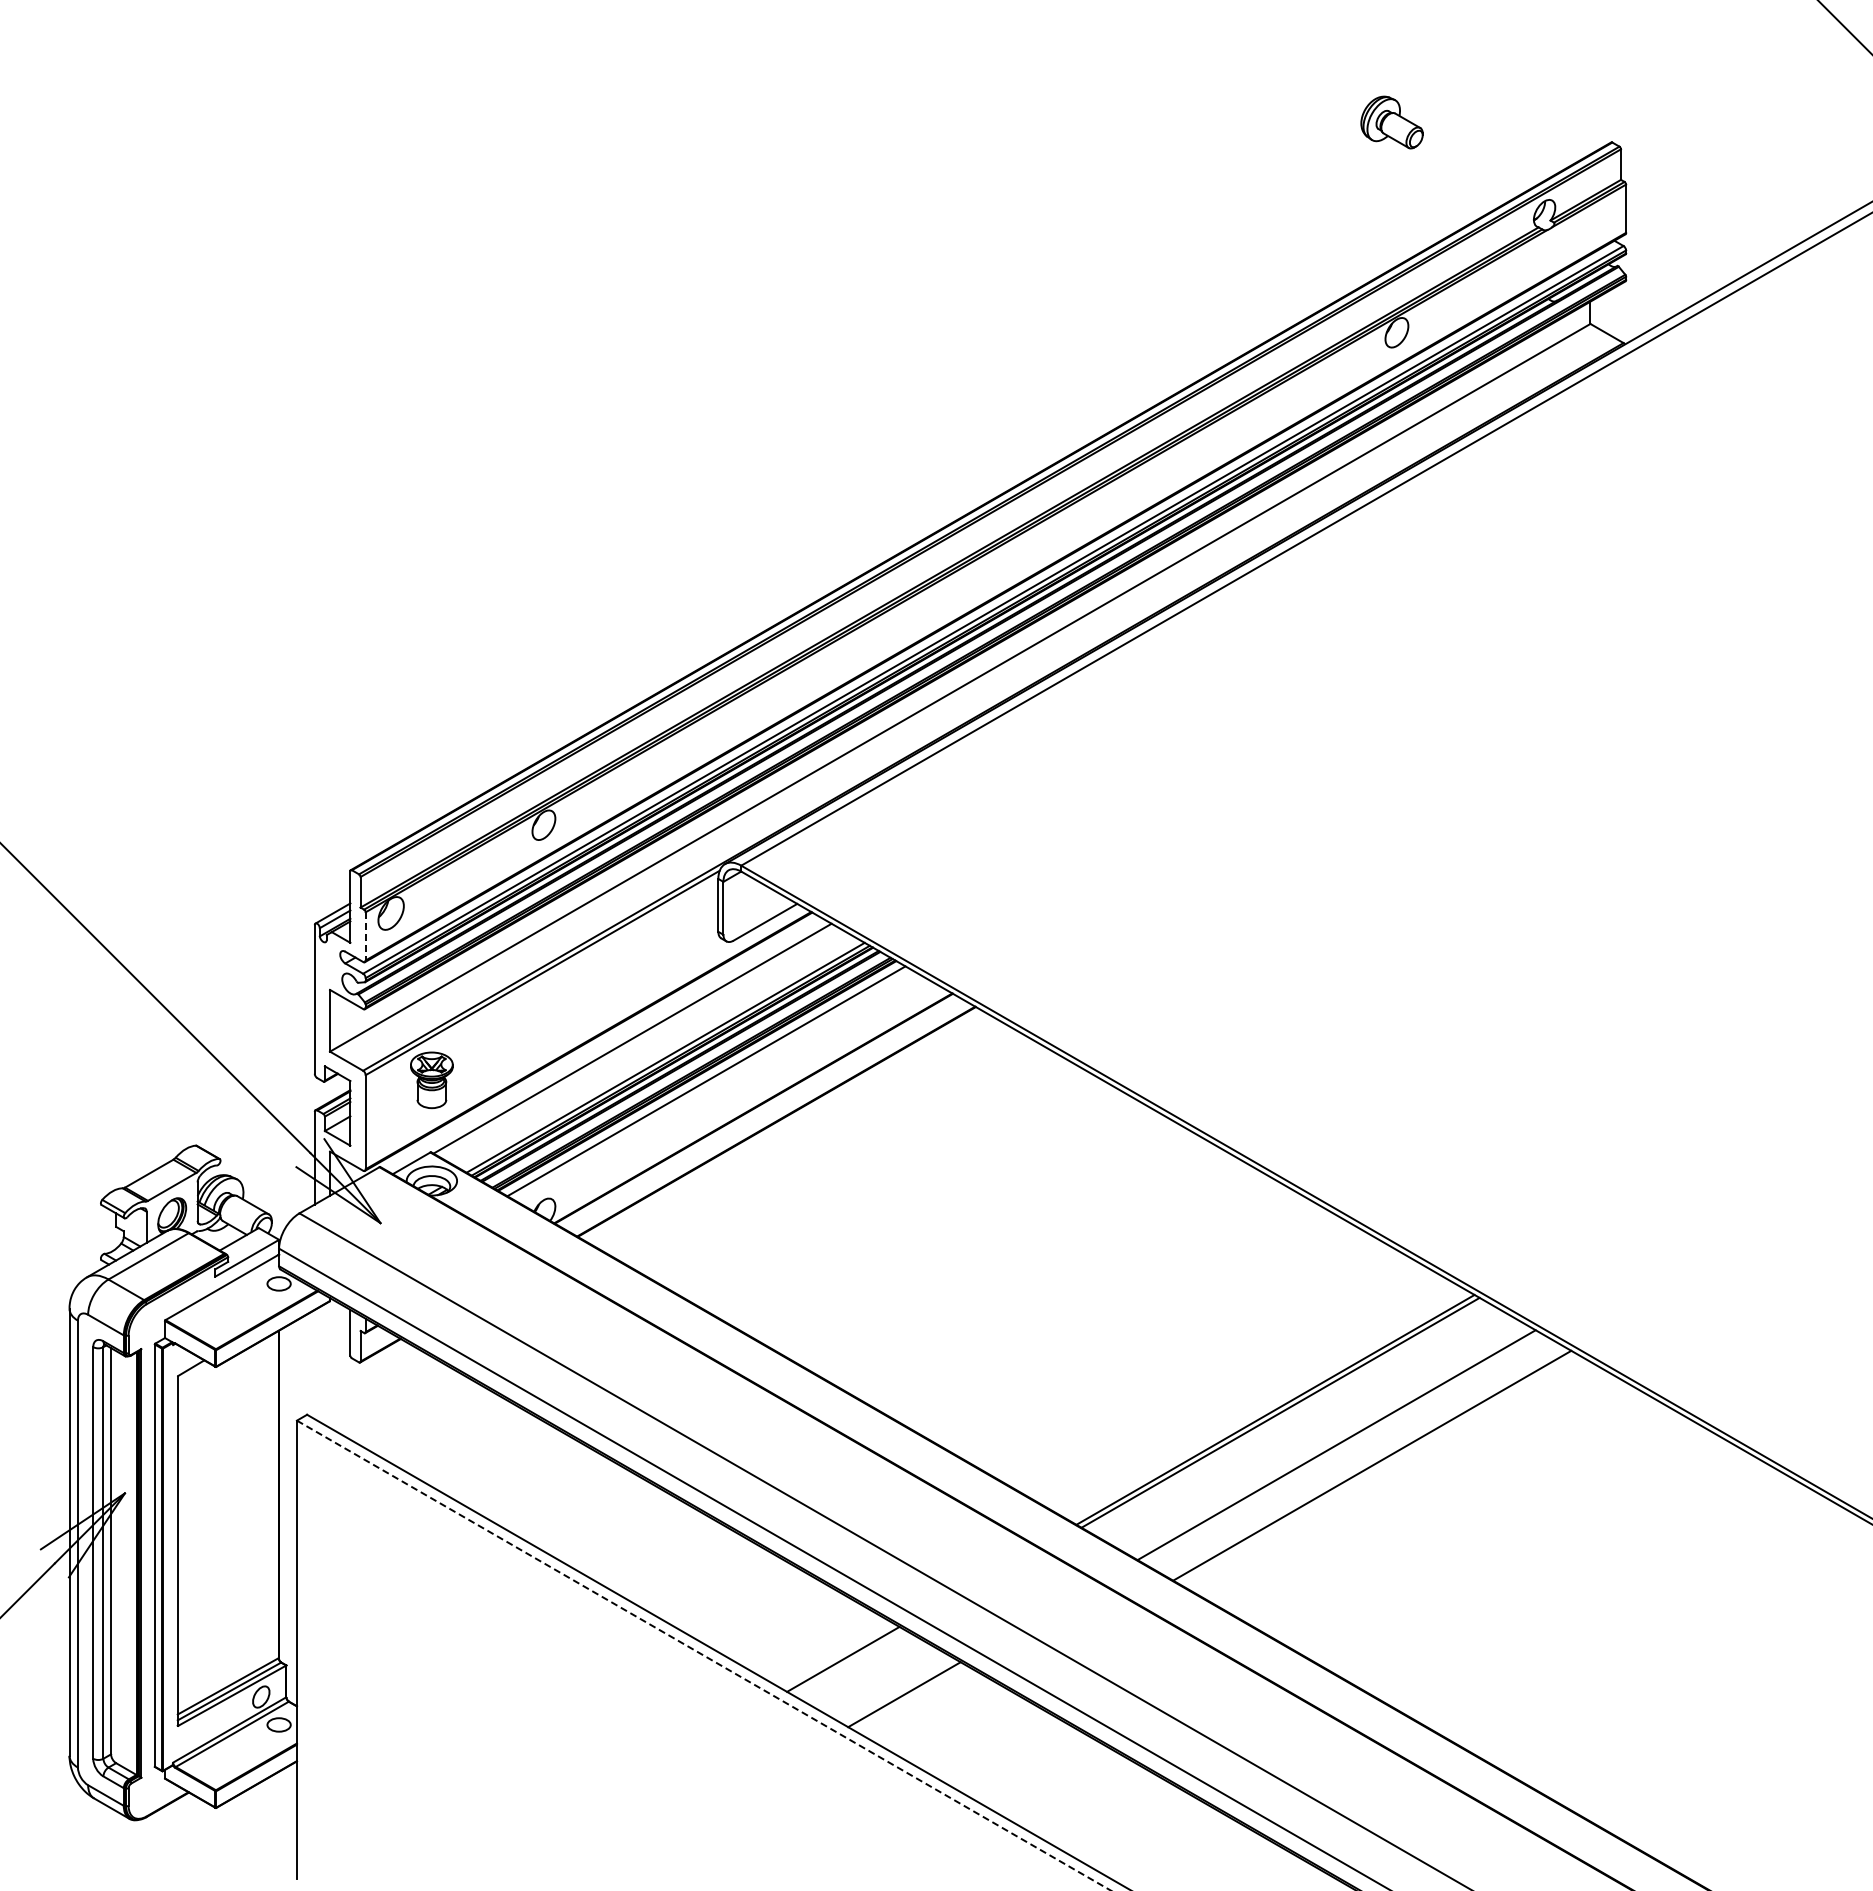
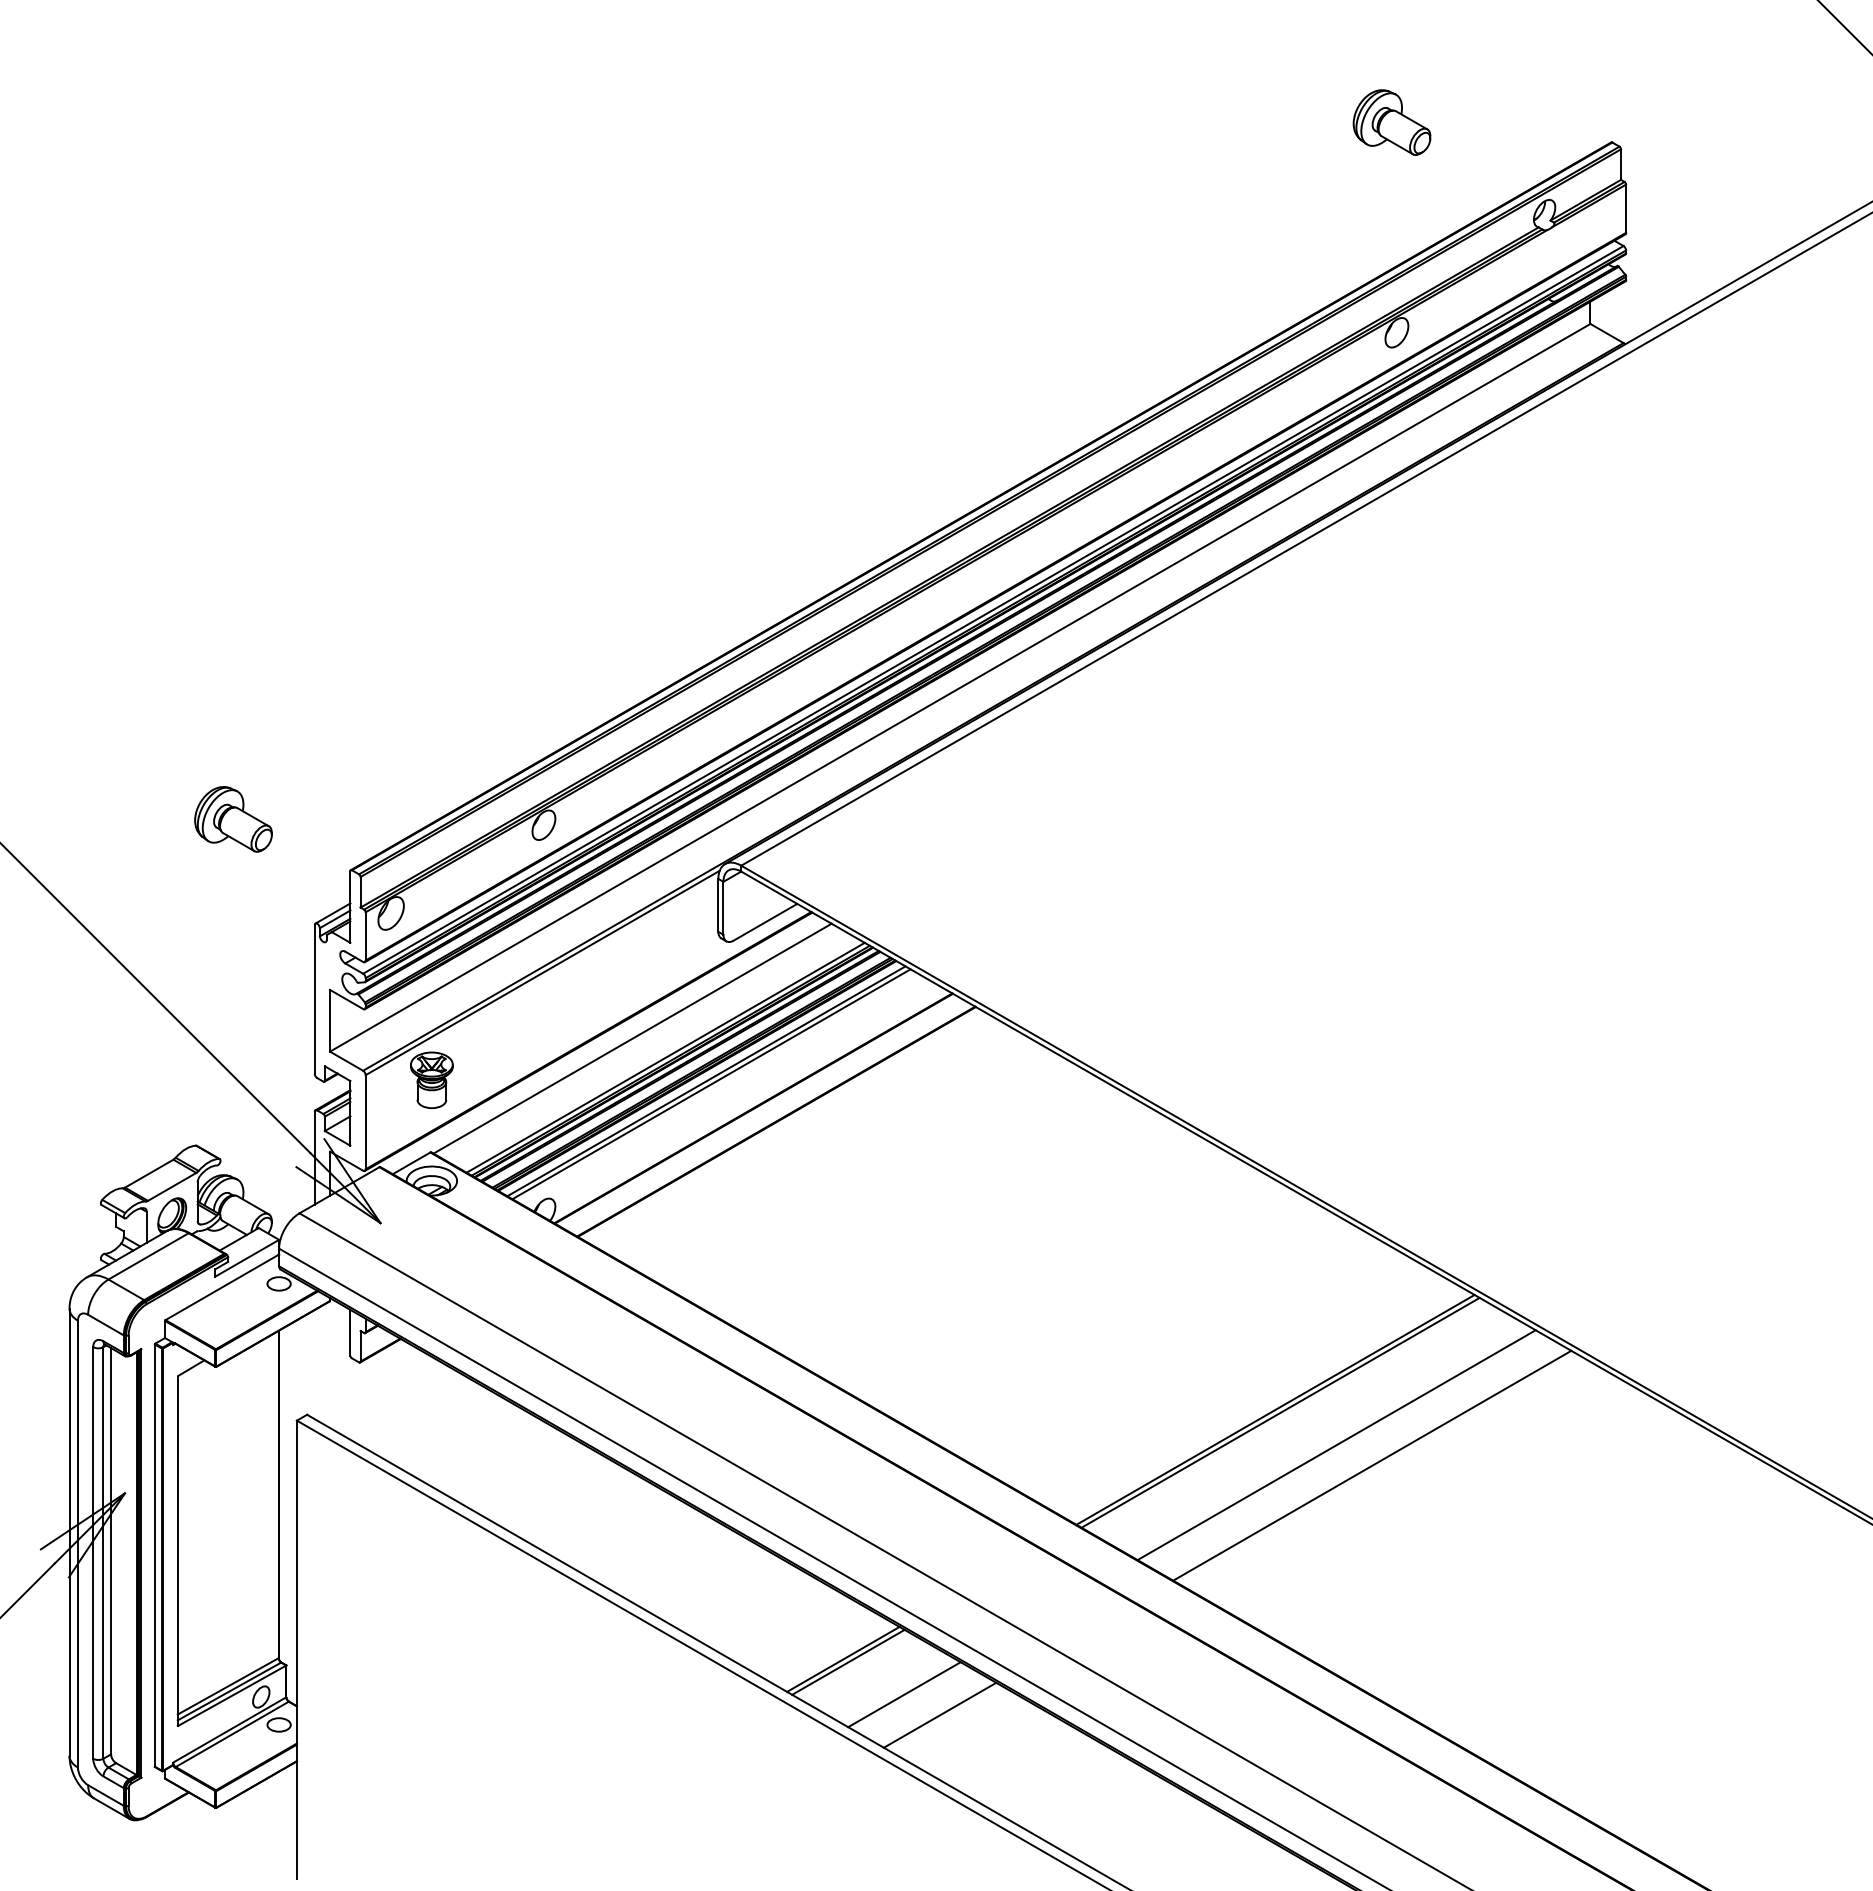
part at (1391, 122) size: 64x55 px -> 80x67 px
part at (233, 819): none -> present
line at (365, 936): dashed -> solid
line at (711, 1084): none -> present
line at (703, 1655): dashed -> solid
line at (848, 1661): none -> present
line at (939, 1714): none -> present
